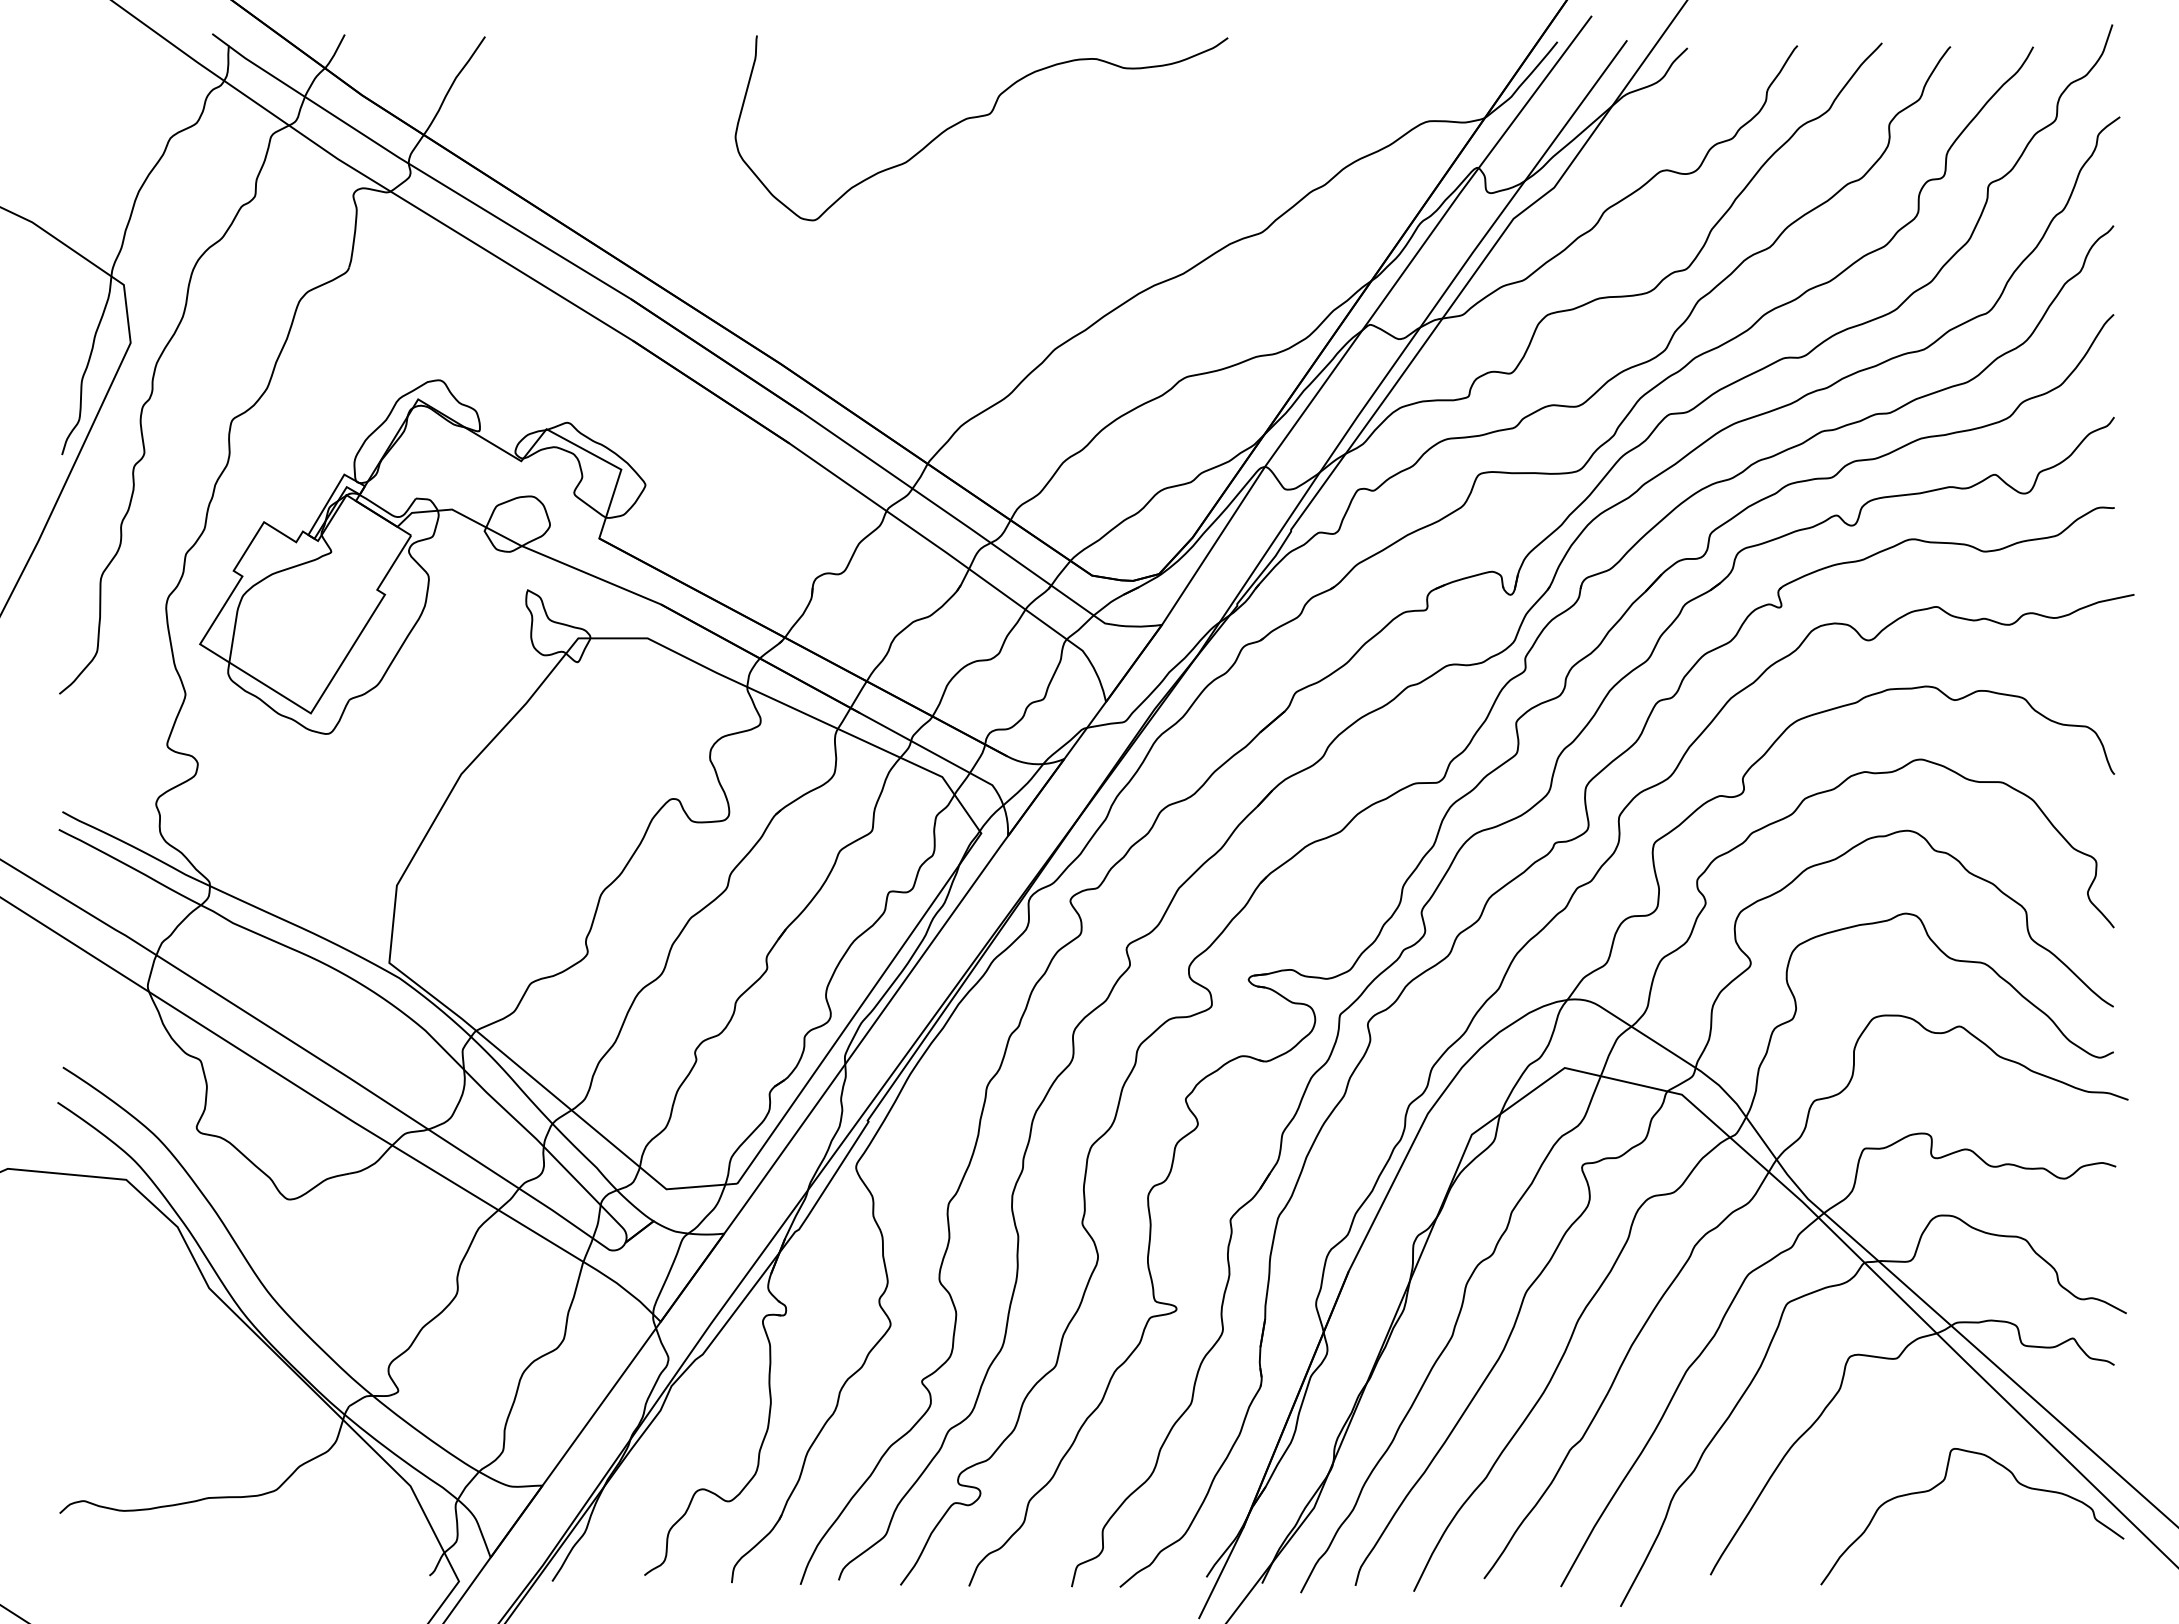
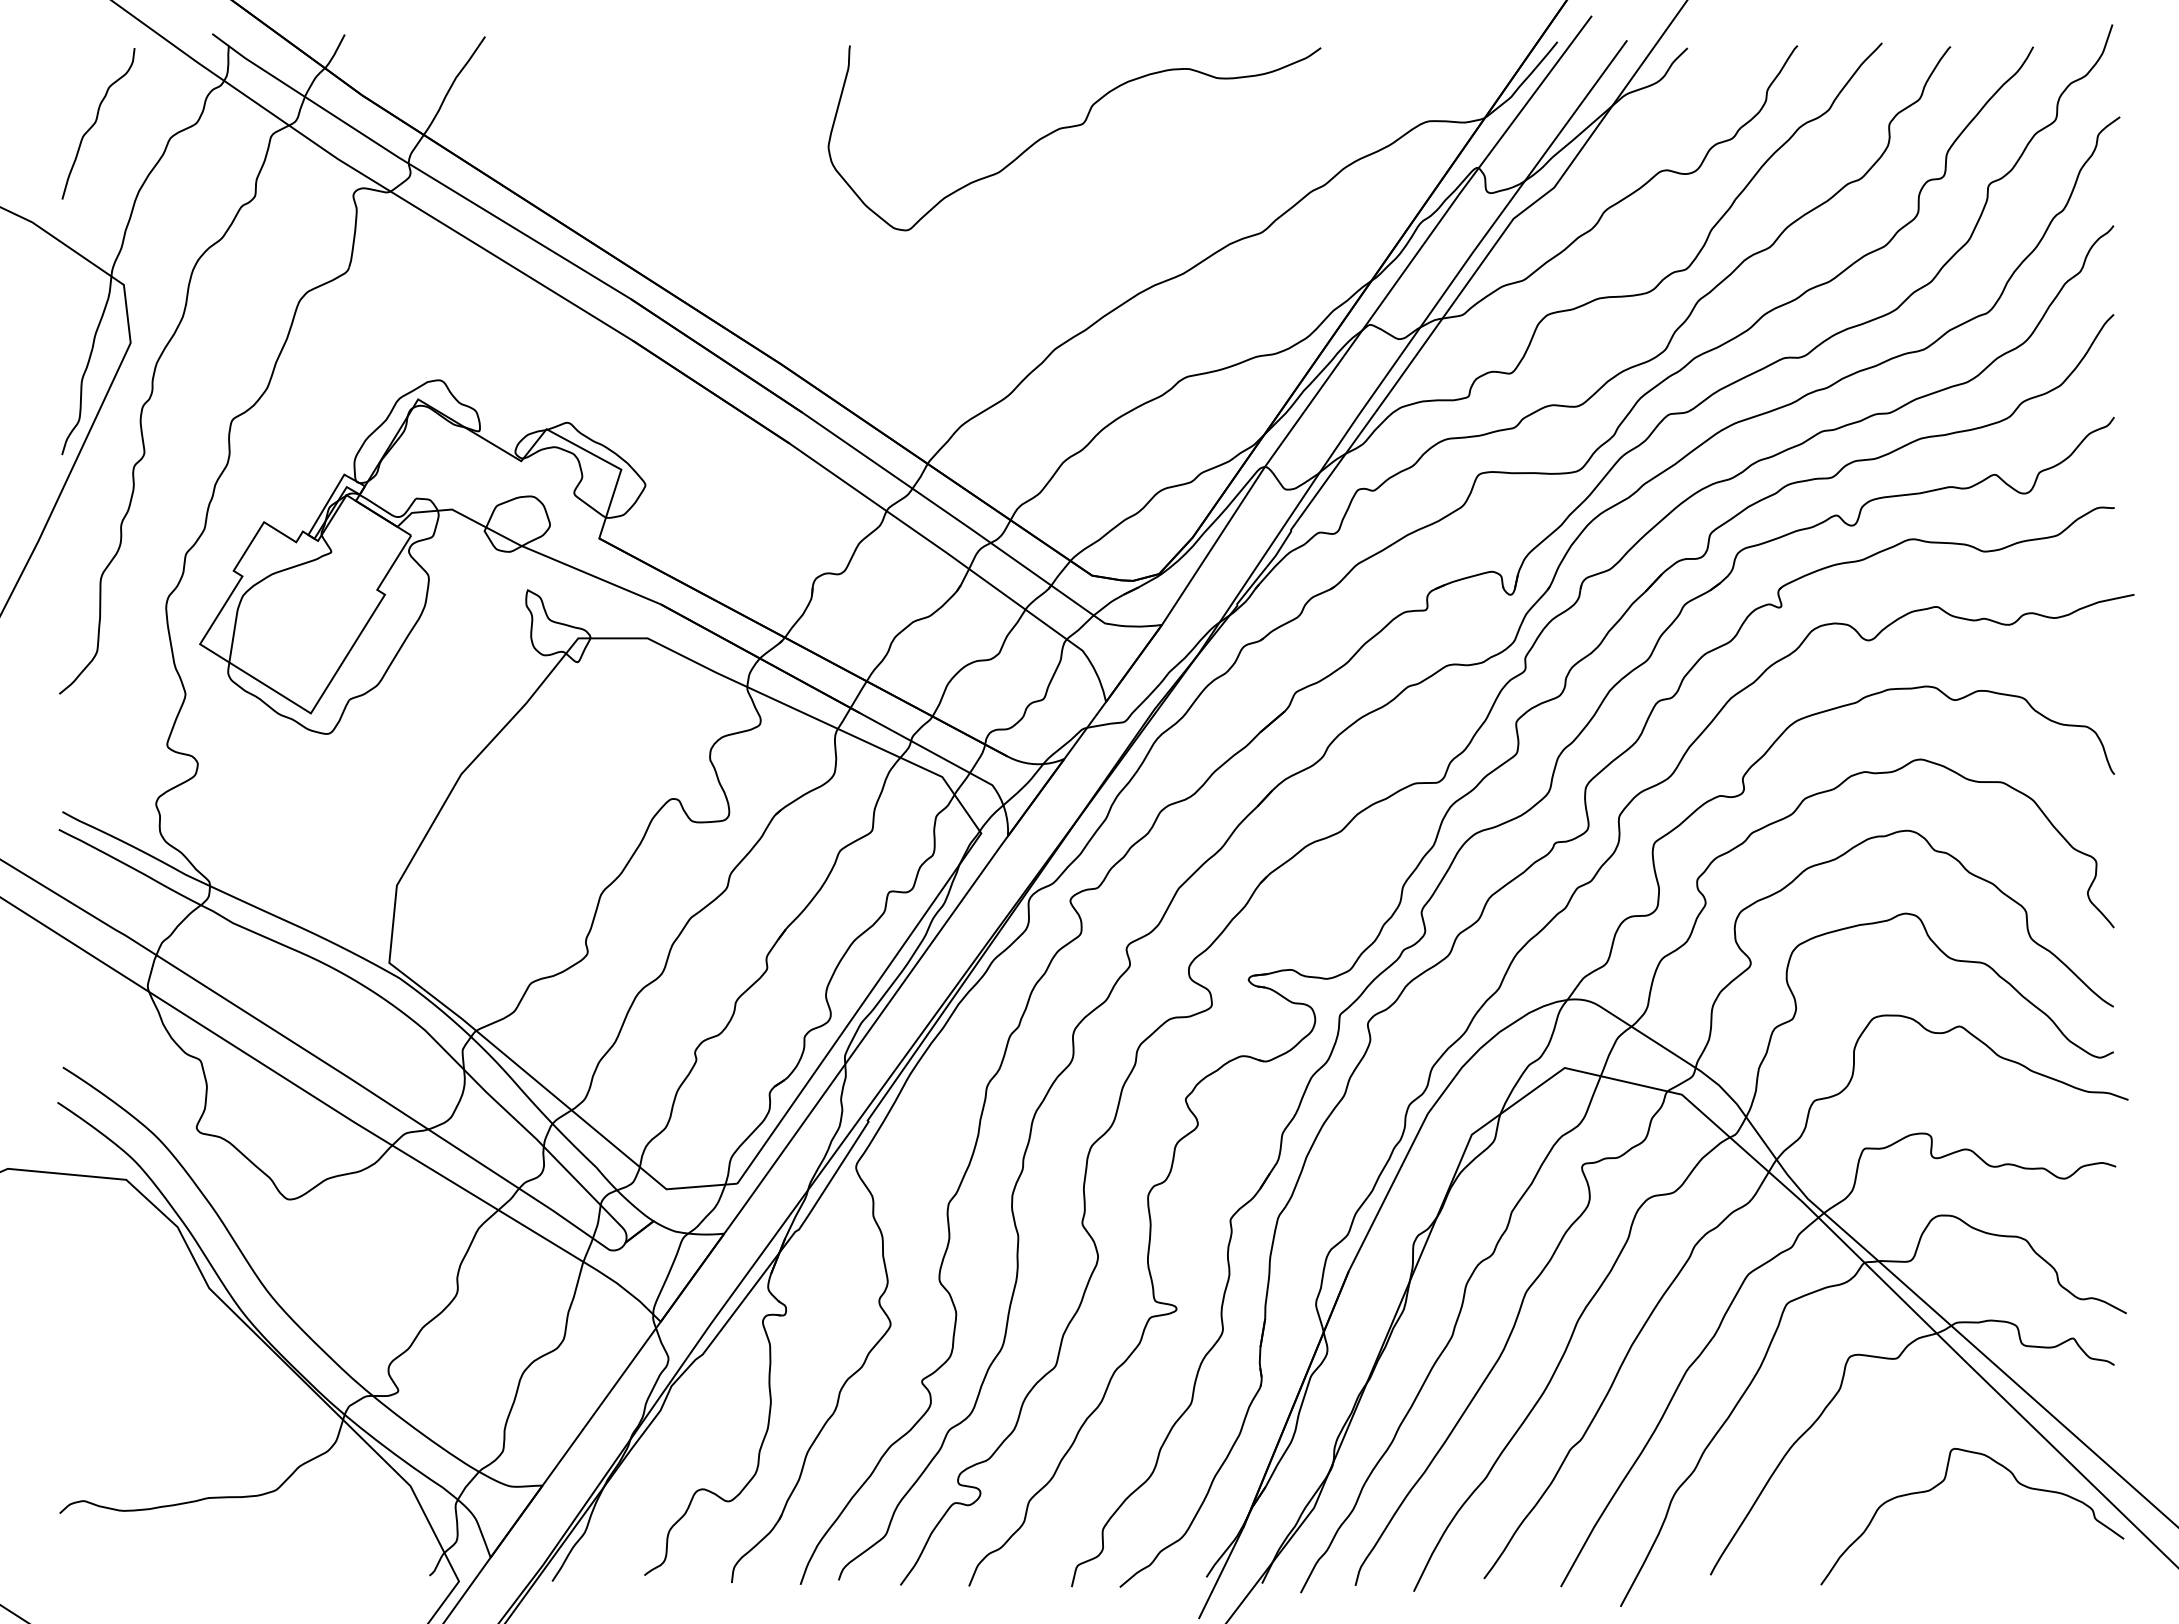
curve at (981, 117) position: (981, 117) -> (1074, 127)
curve at (96, 122): none -> present
